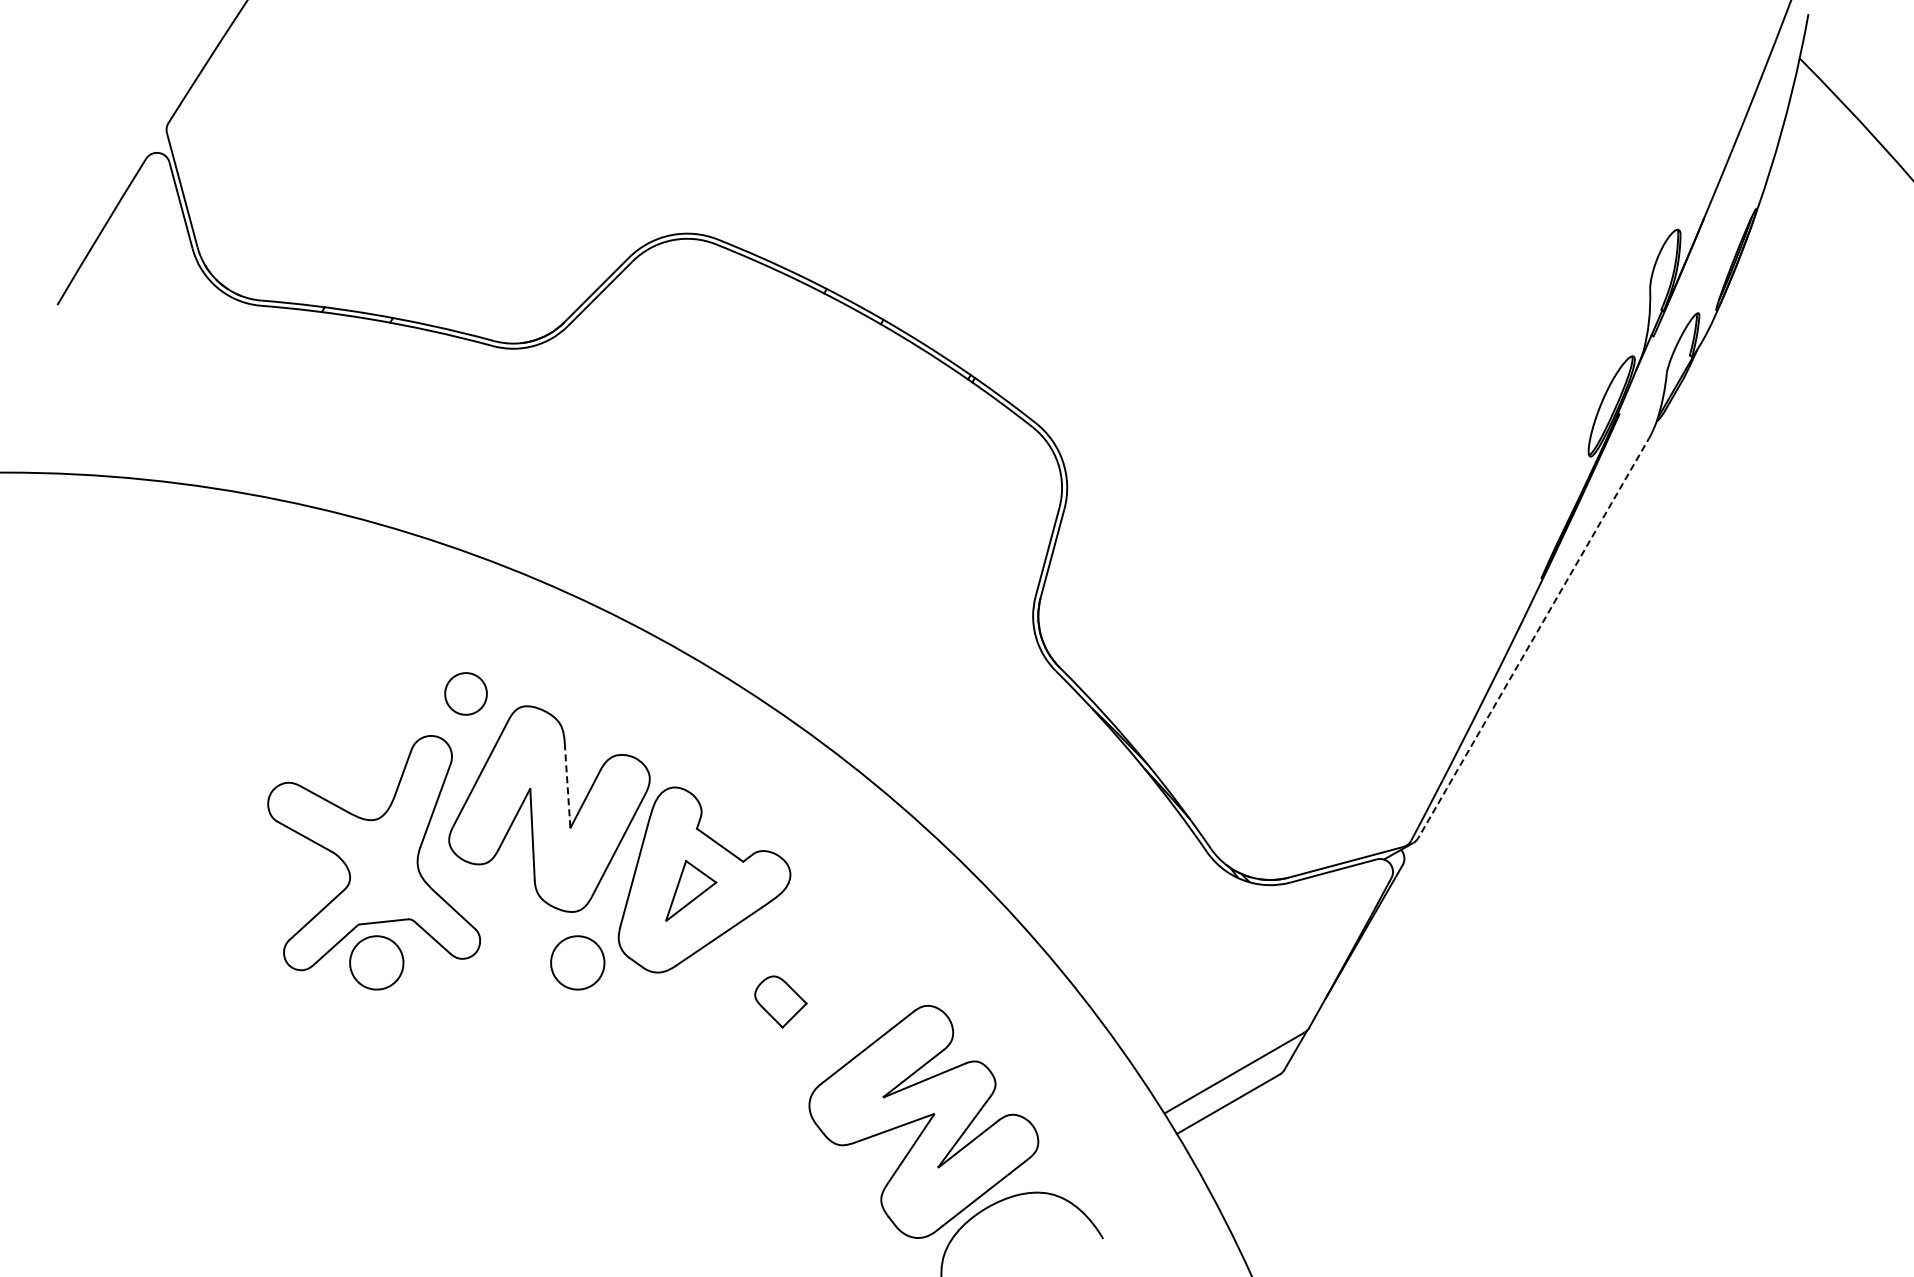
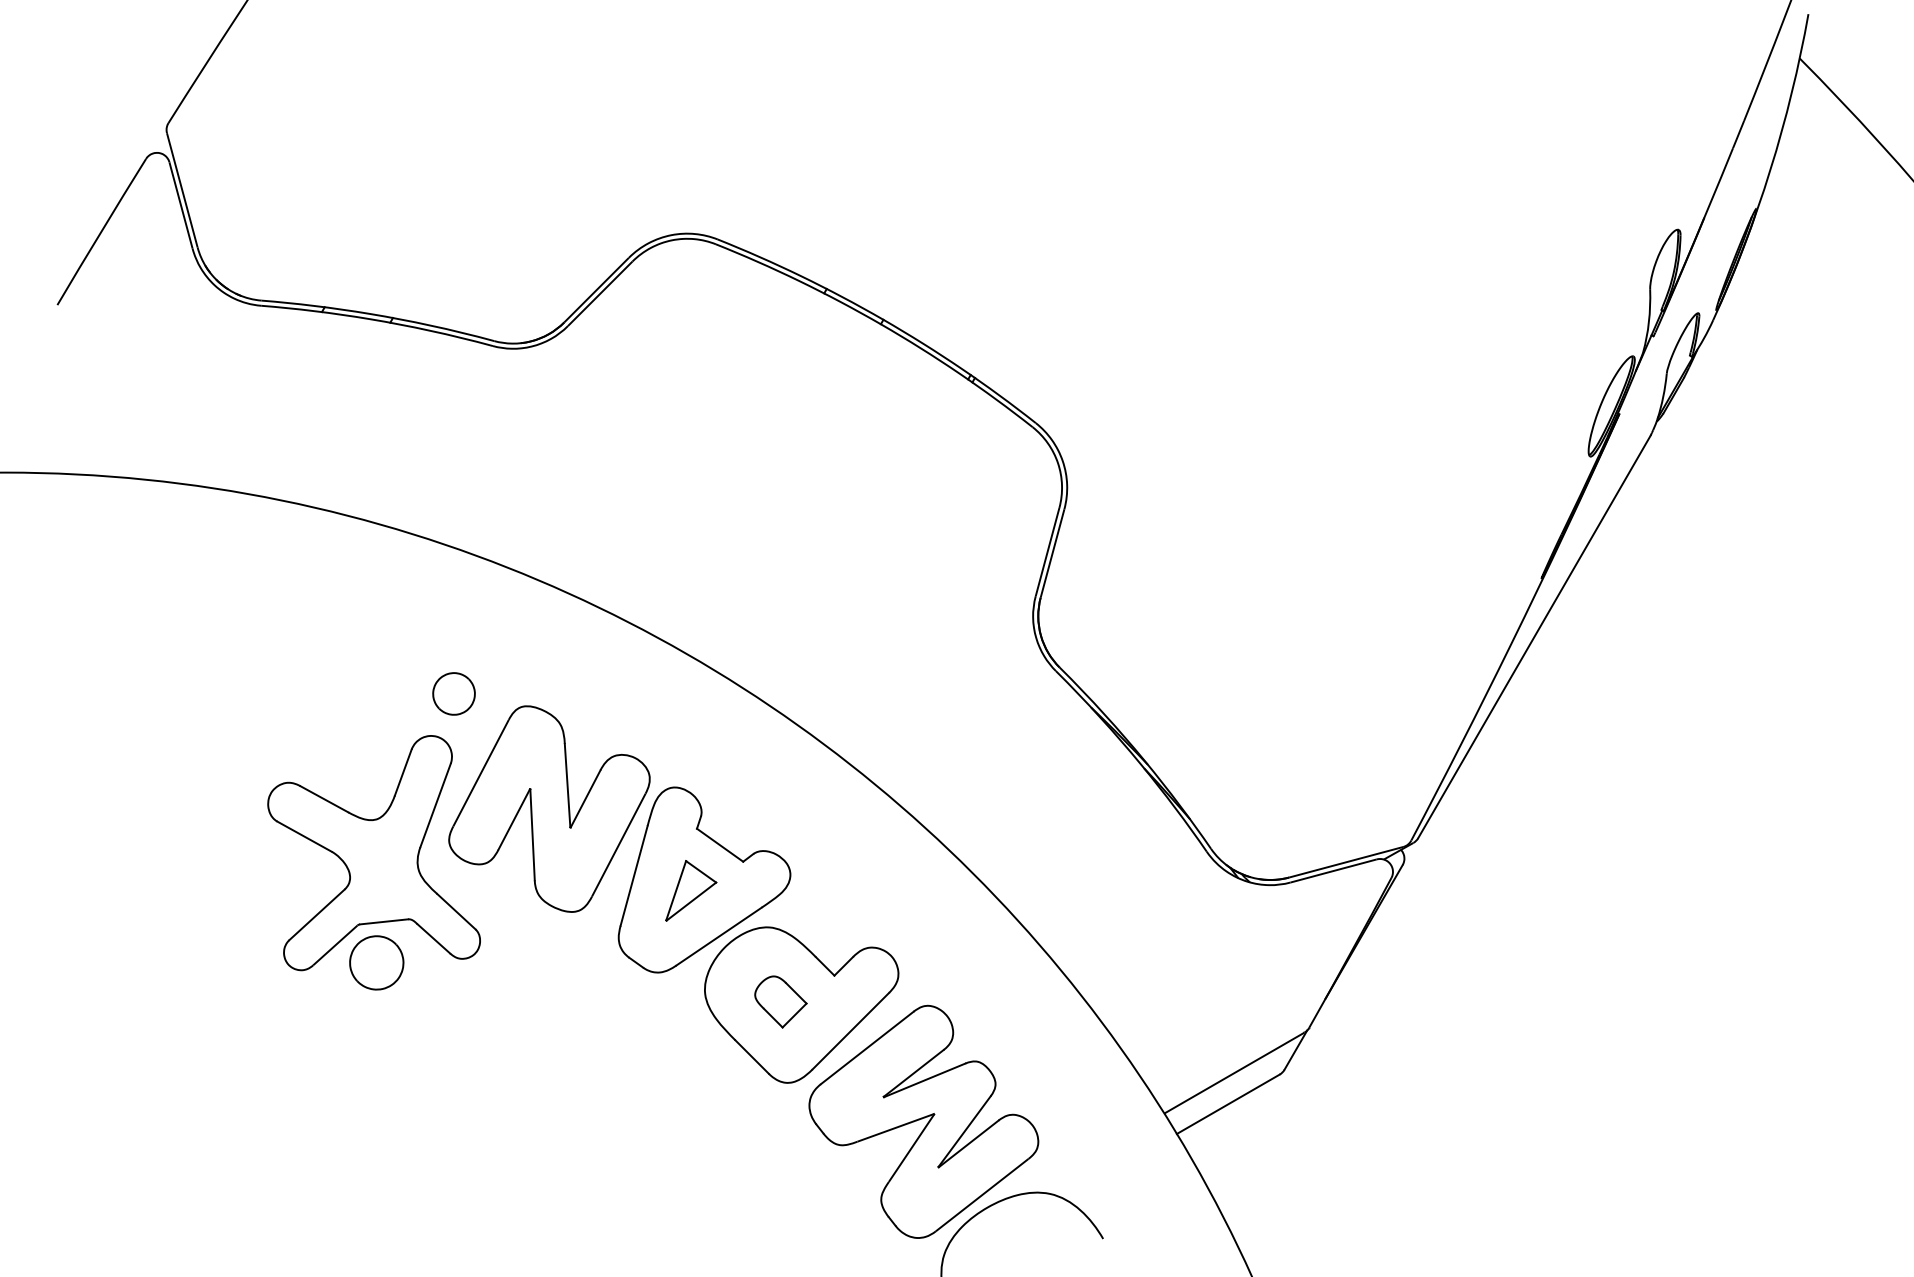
line at (1534, 637): dashed -> solid
part at (465, 693) position: (465, 693) -> (453, 693)
line at (567, 785): dashed -> solid
part at (577, 962): present -> none
part at (801, 1004): none -> present
